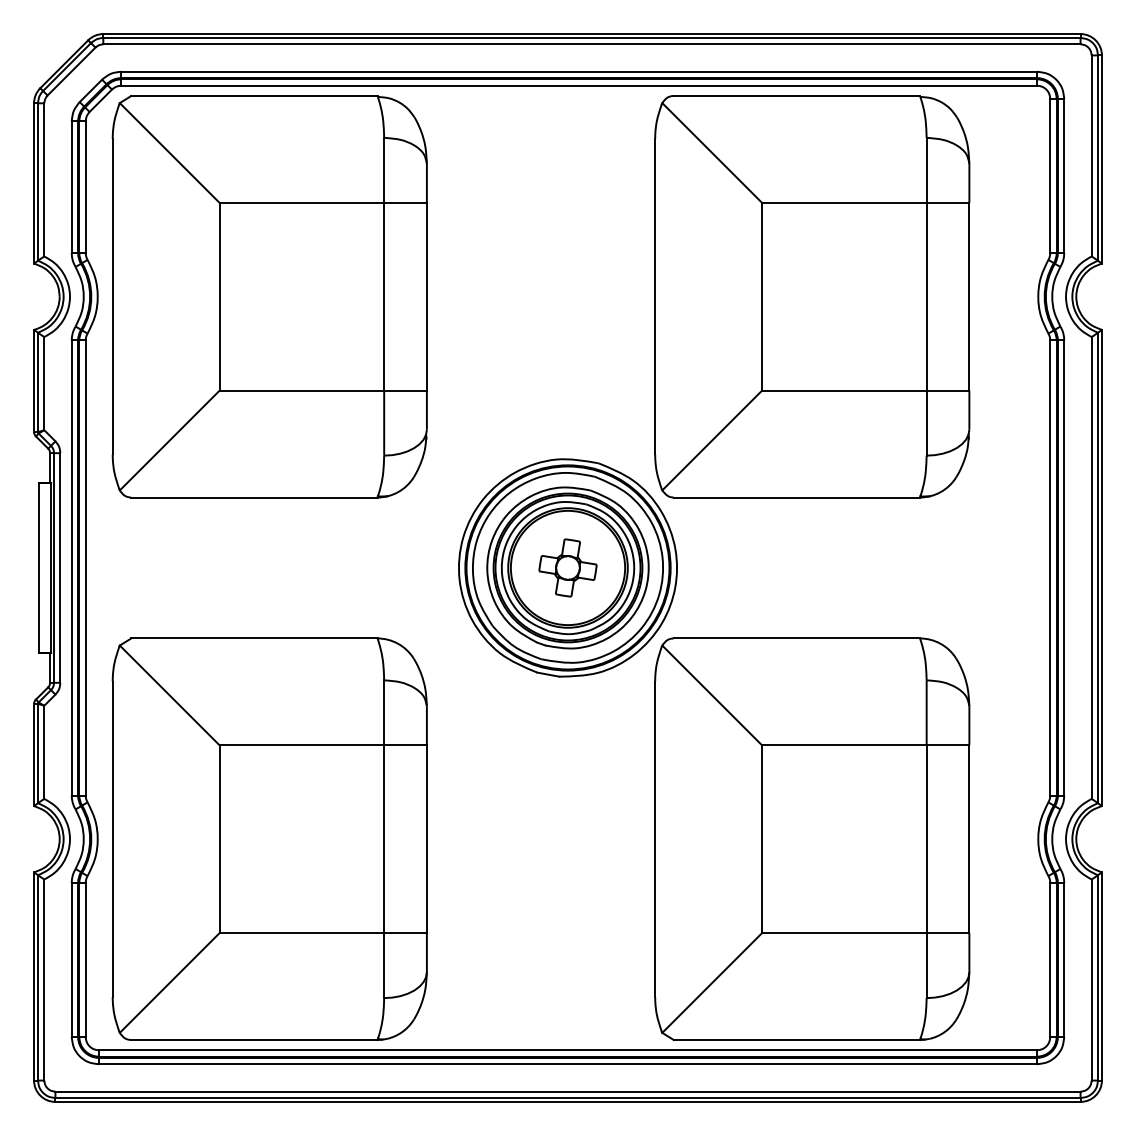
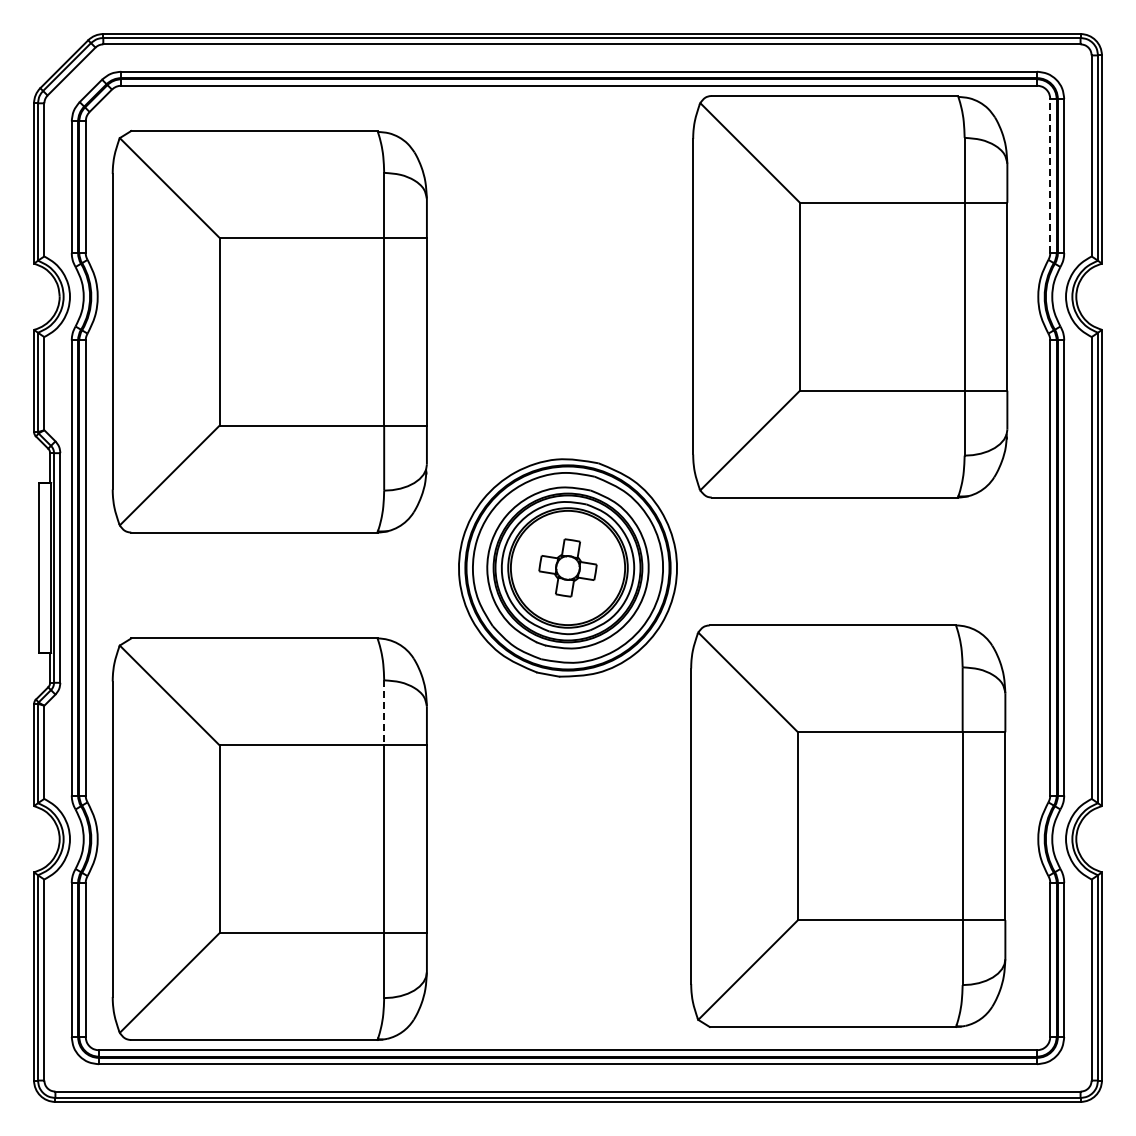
line at (1050, 175): solid -> dashed
part at (269, 296) position: (269, 296) -> (269, 331)
part at (812, 296) position: (812, 296) -> (850, 296)
line at (384, 713): solid -> dashed
part at (812, 838) position: (812, 838) -> (848, 825)
